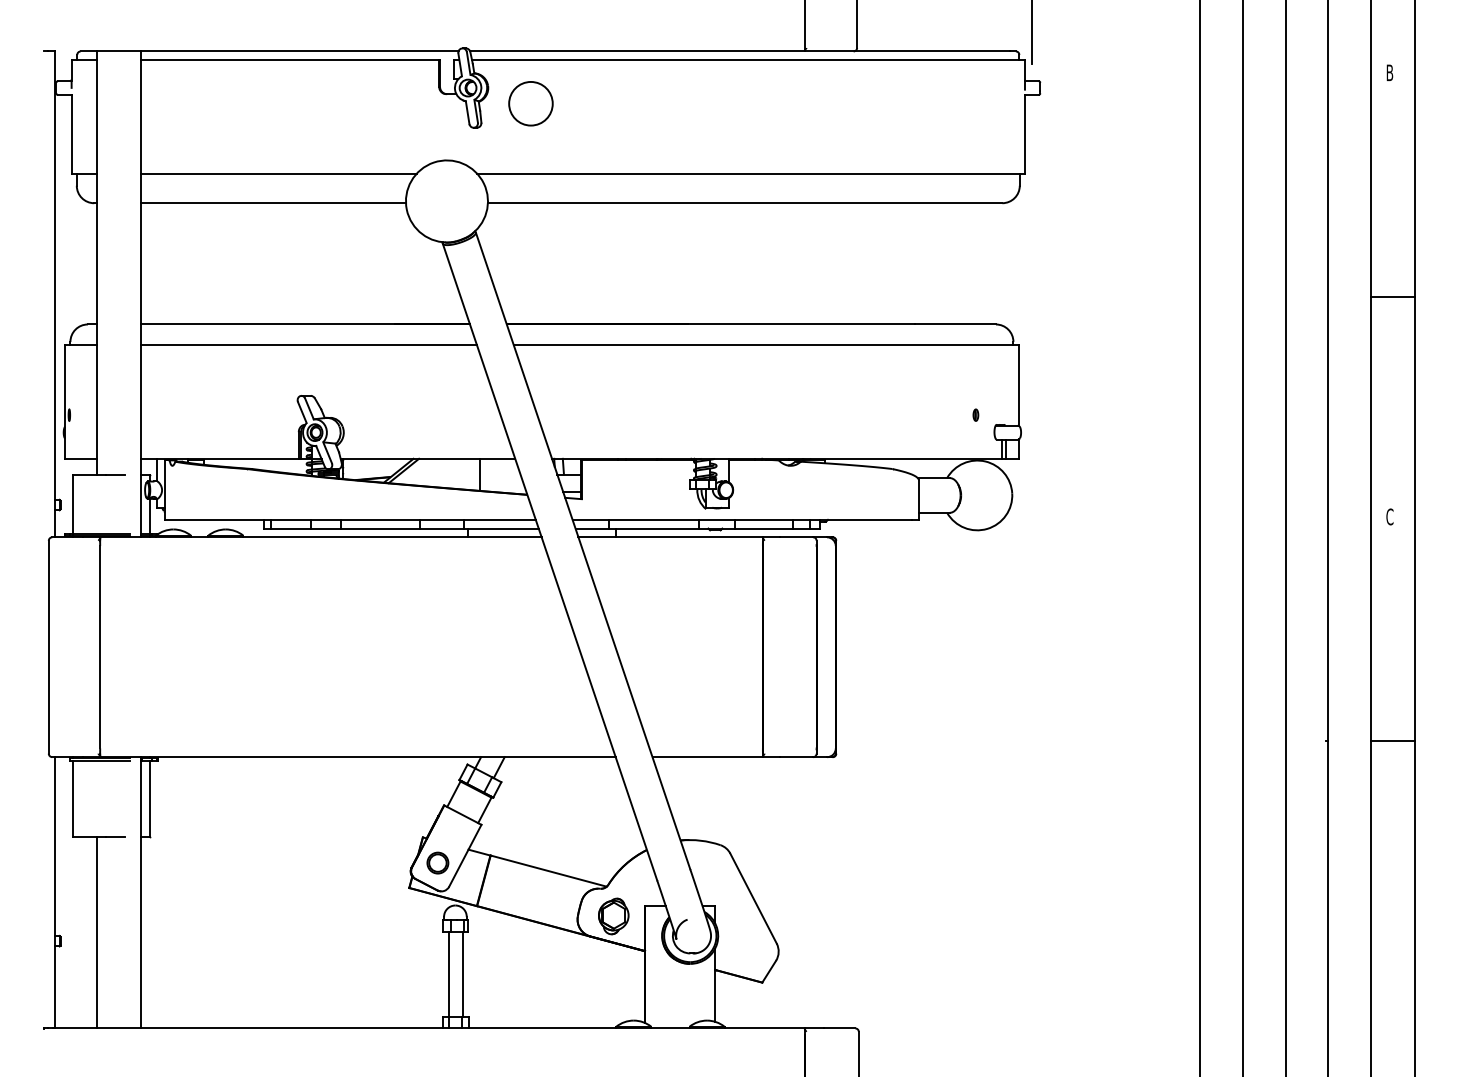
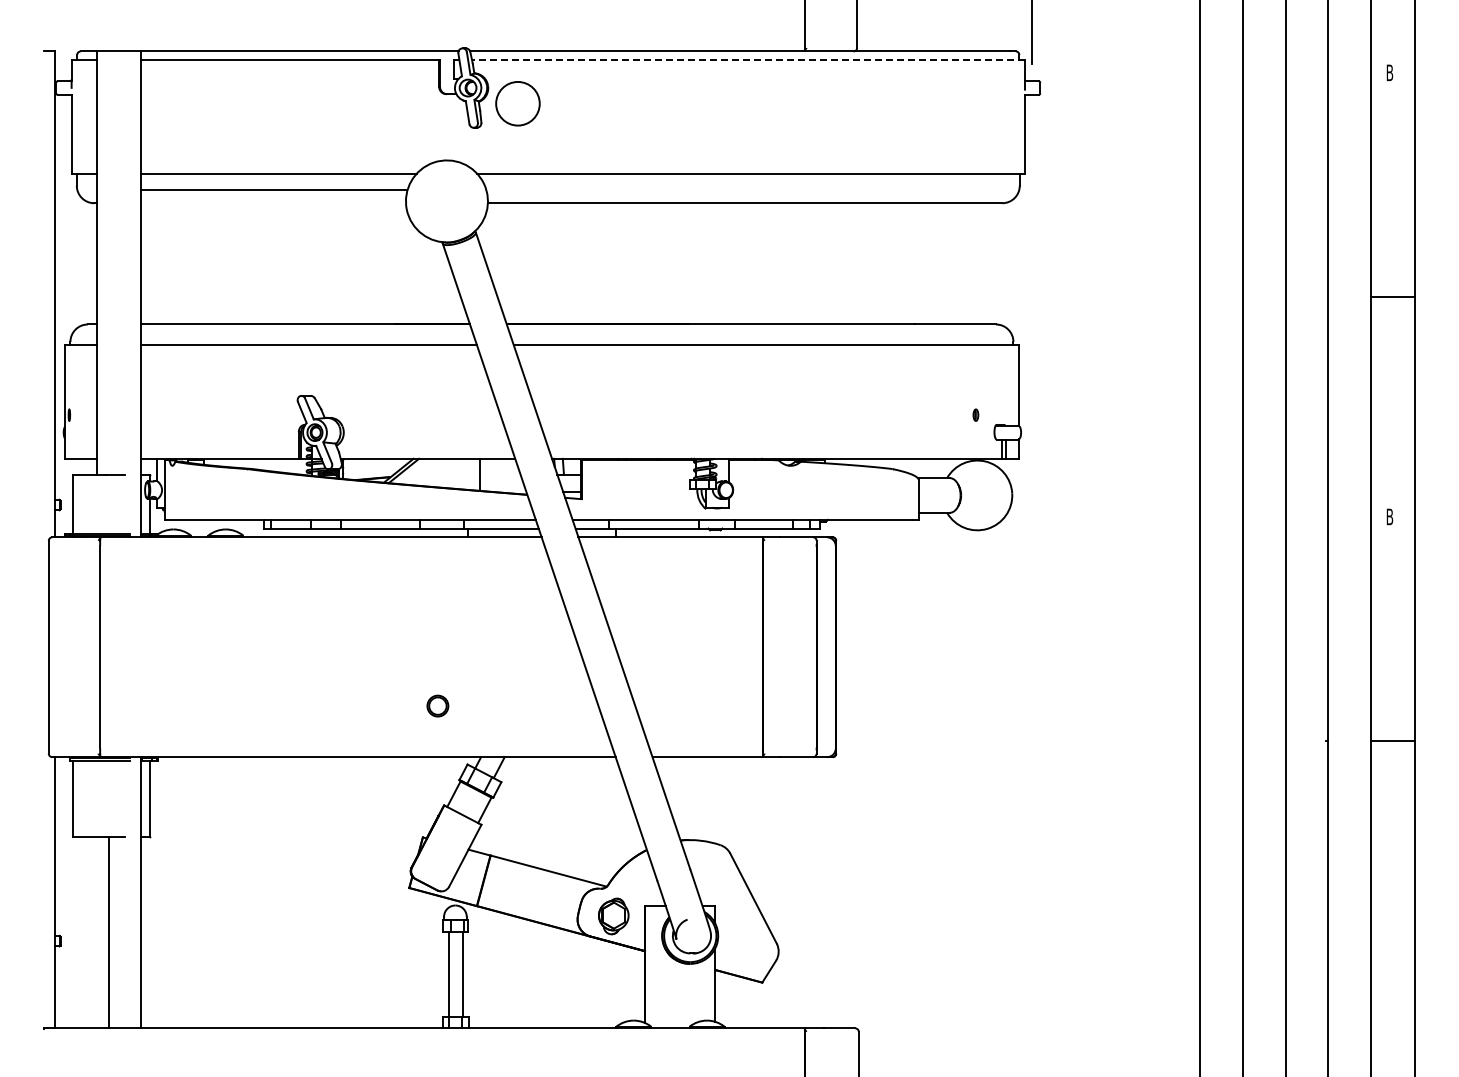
line at (748, 60): solid -> dashed
circle at (530, 103) position: (530, 103) -> (517, 103)
line at (273, 203) position: (273, 203) -> (273, 190)
text at (1389, 516): C -> B
part at (437, 862) position: (437, 862) -> (437, 705)
line at (97, 932) position: (97, 932) -> (109, 932)
